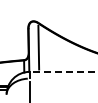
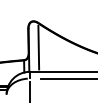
line at (63, 71): dashed -> solid
line at (67, 78): none -> present
